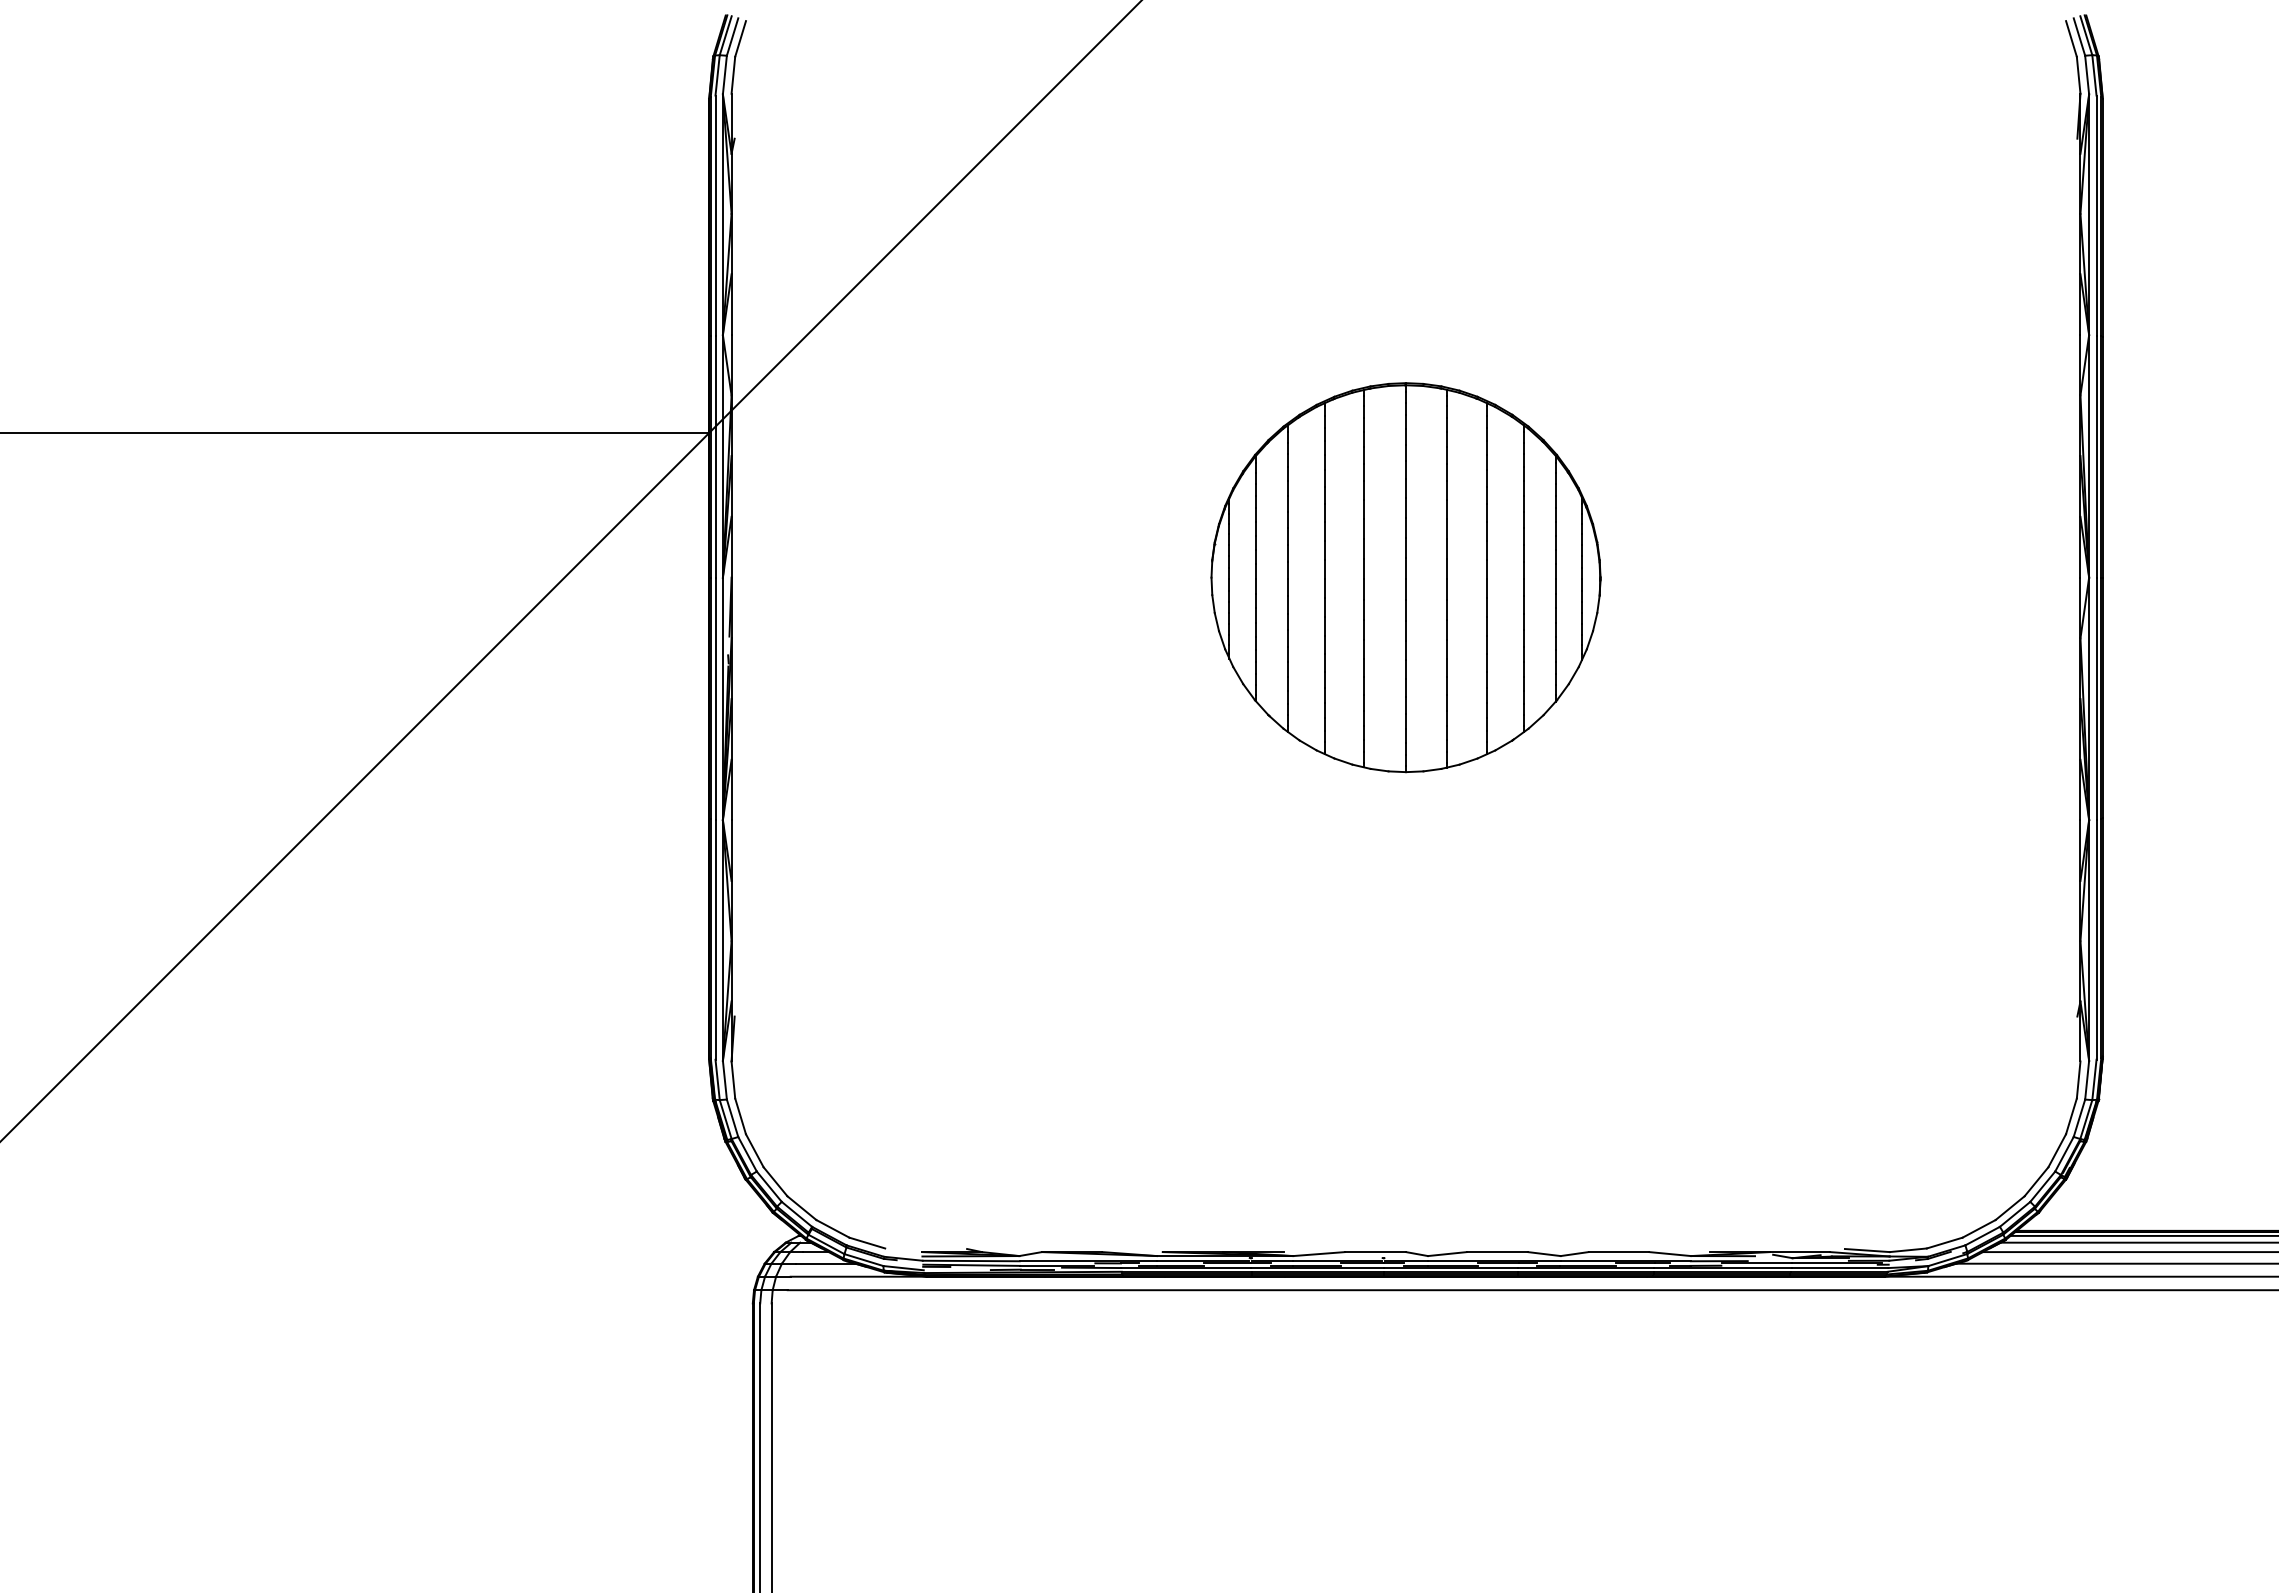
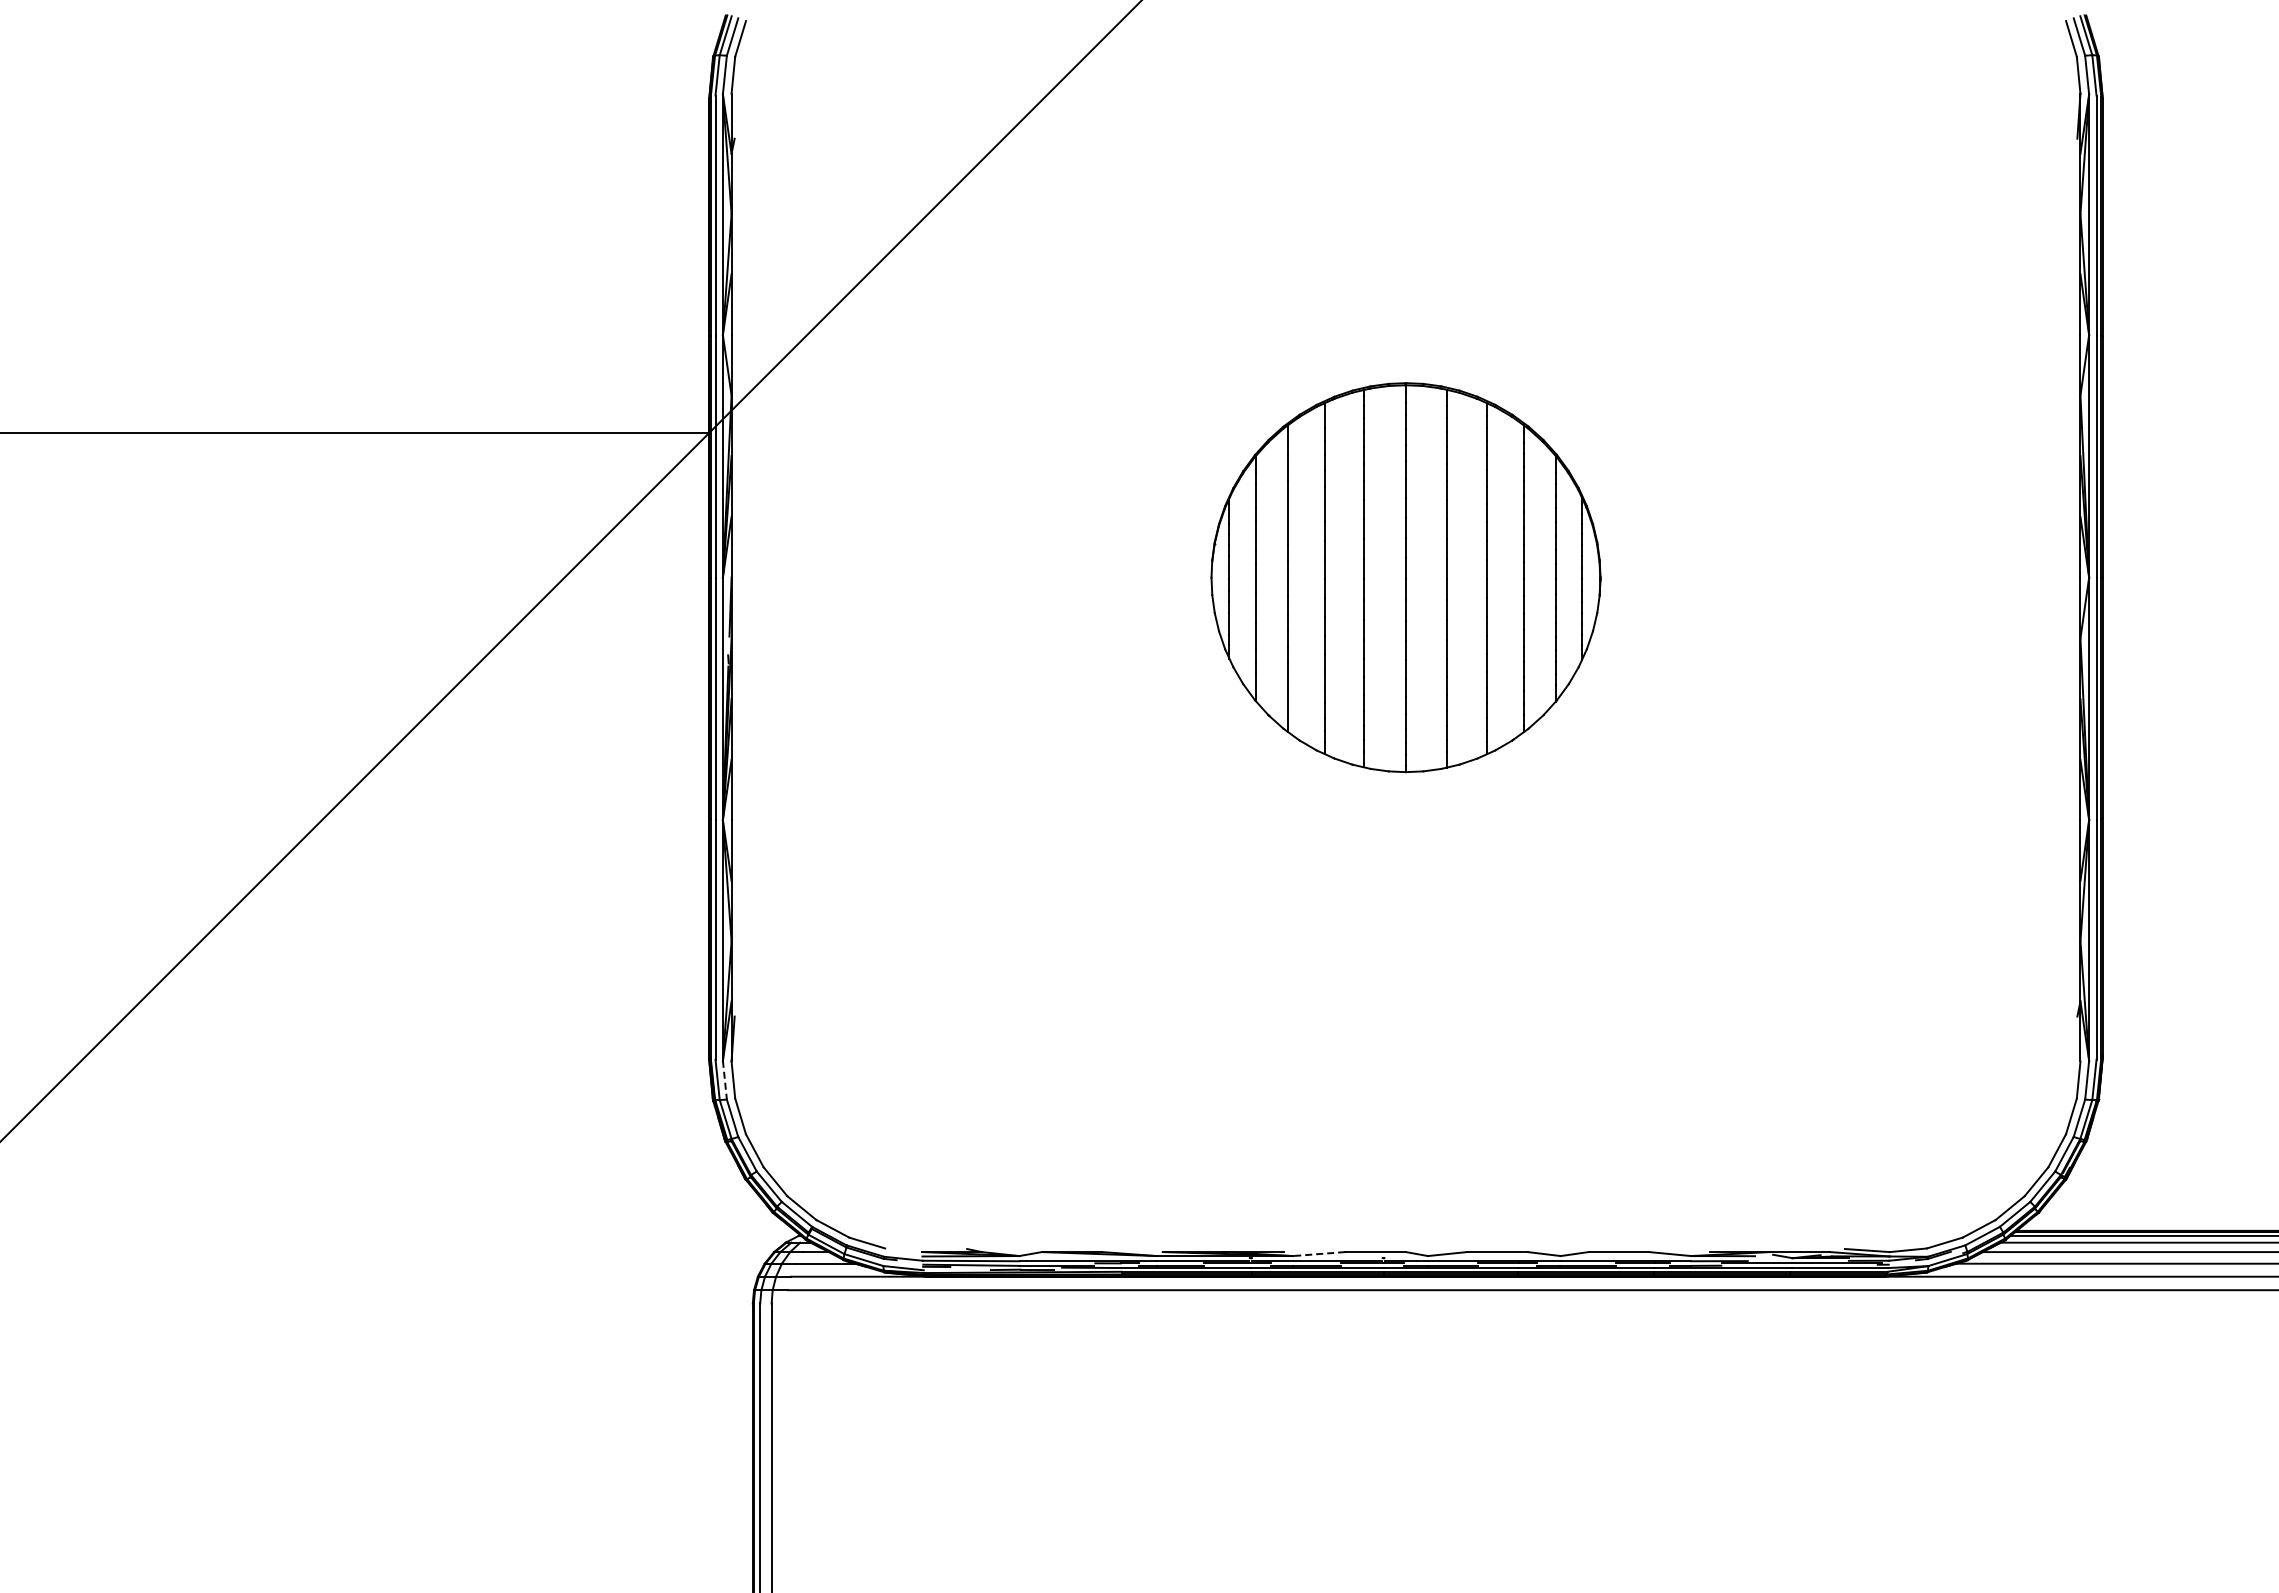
line at (724, 1080): solid -> dashed
line at (1318, 1254): solid -> dashed
